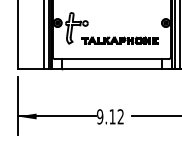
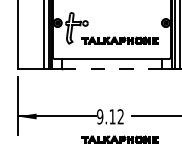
line at (112, 69): solid -> dashed
part at (119, 139): none -> present
